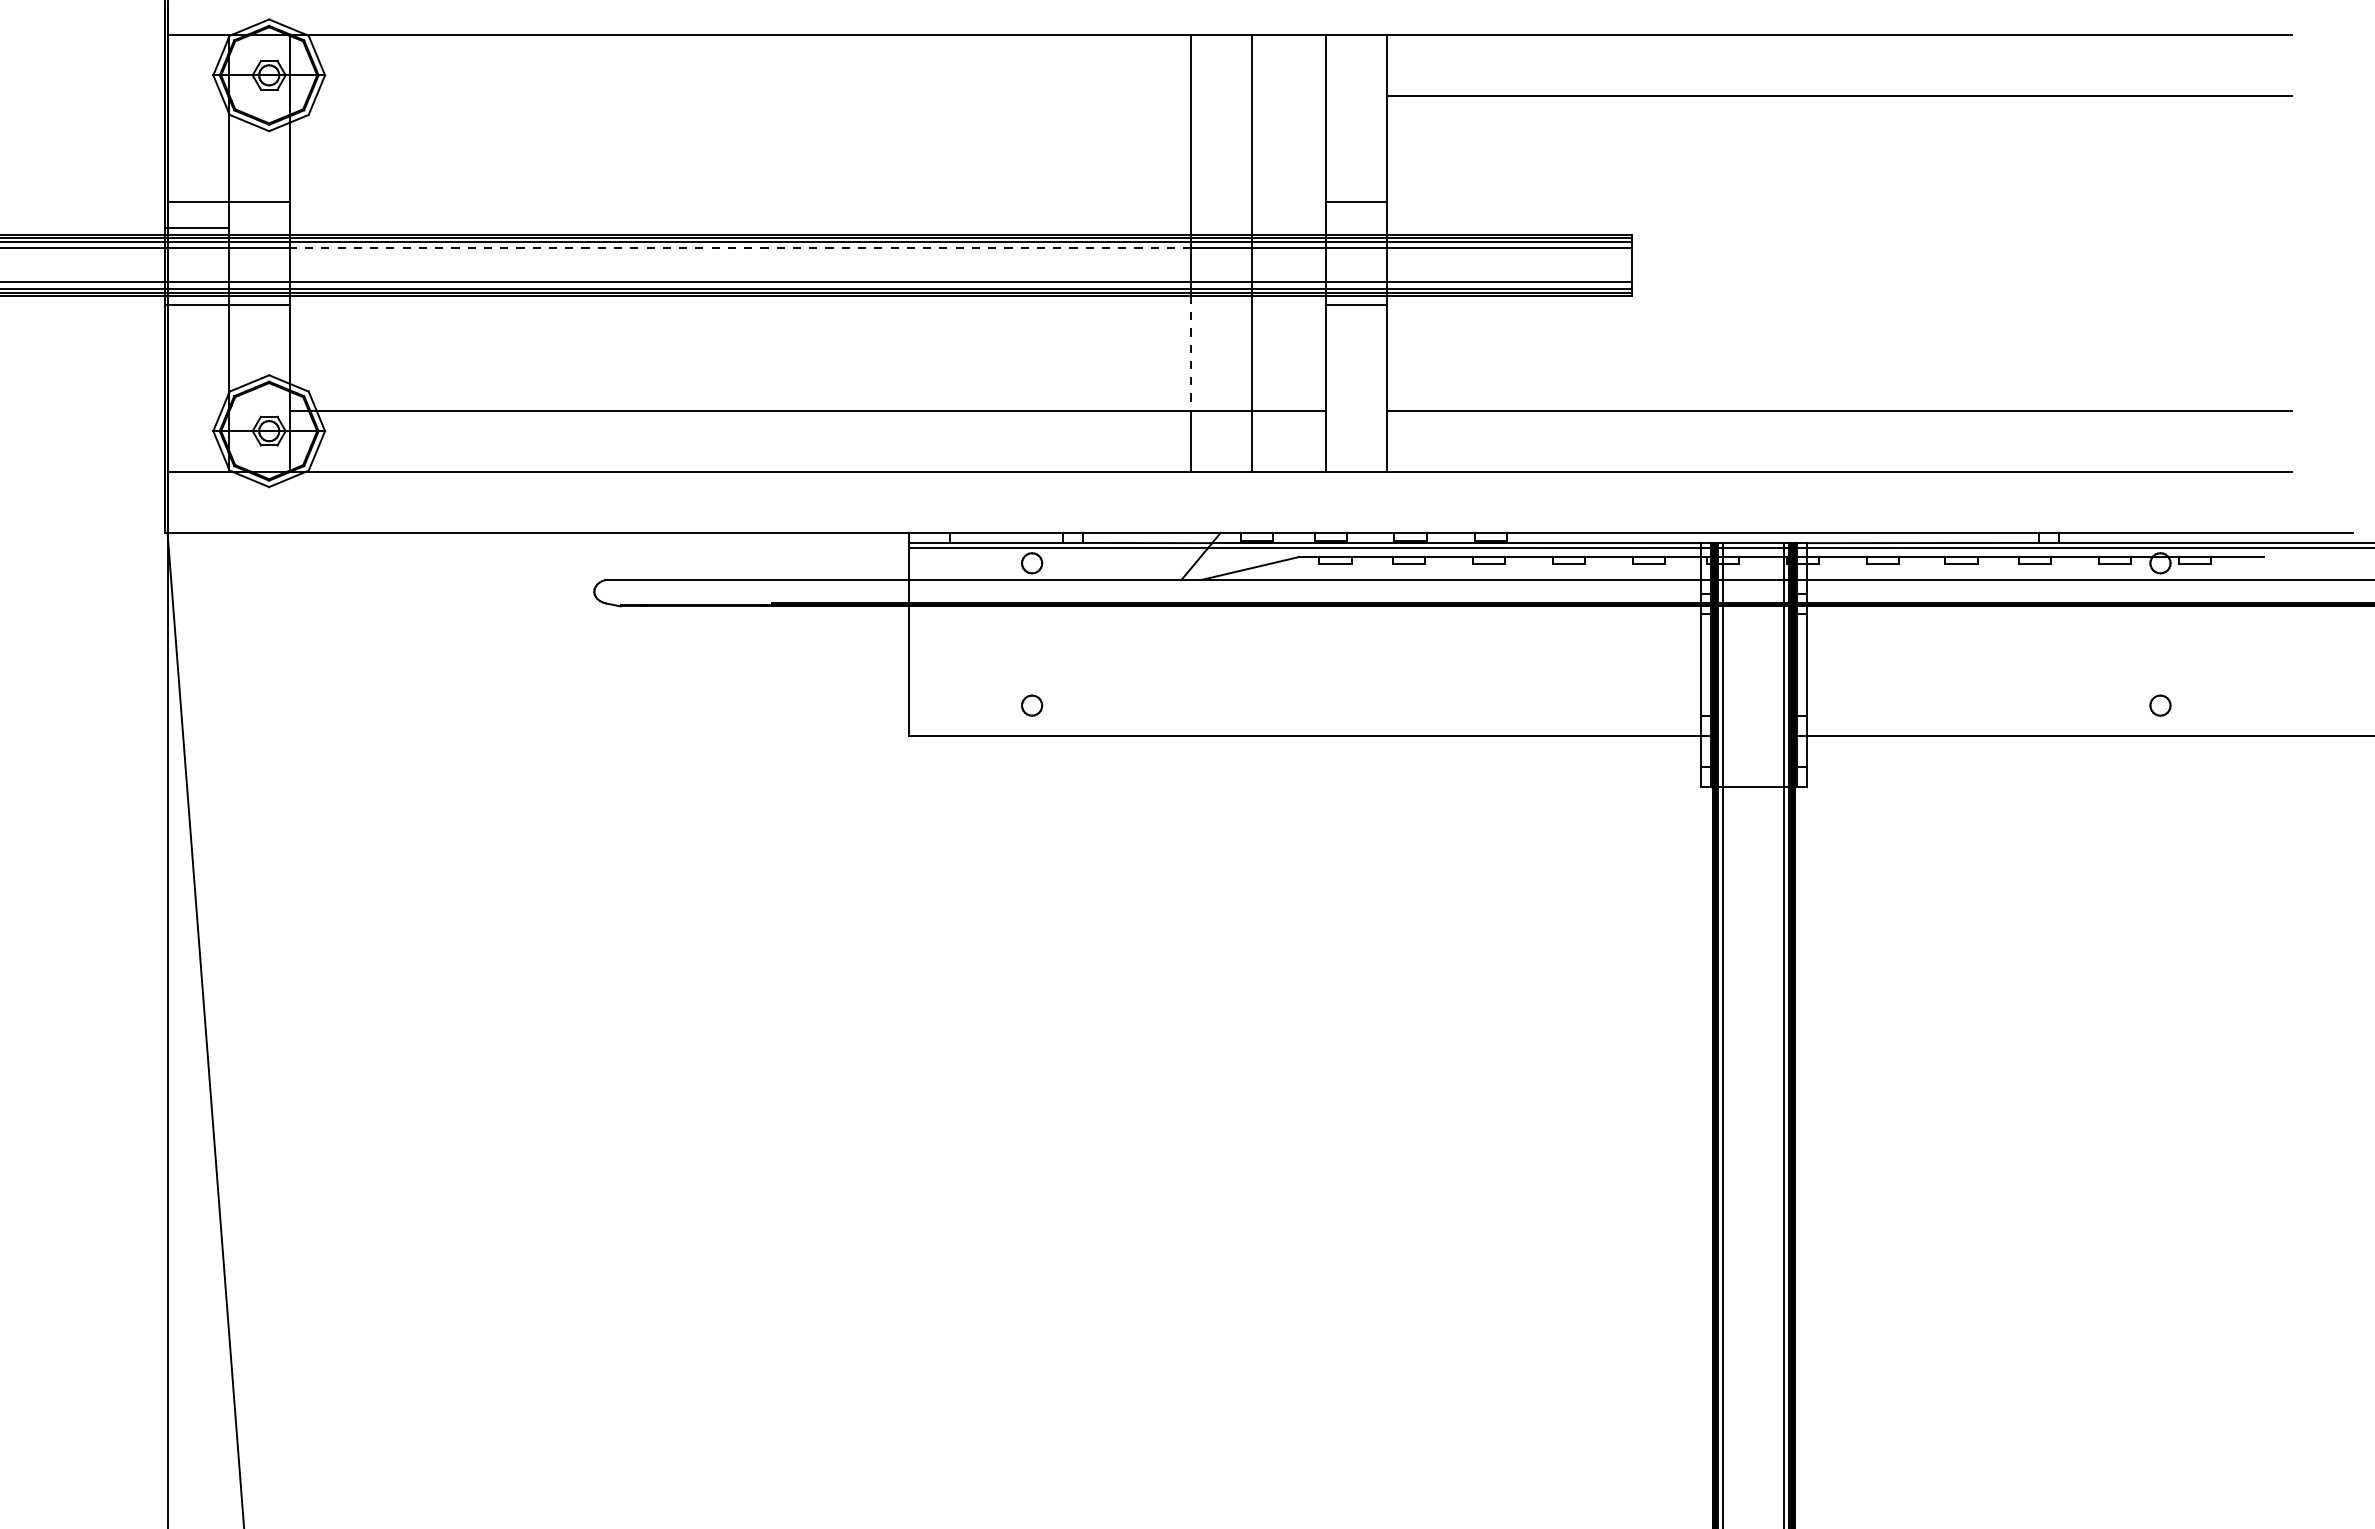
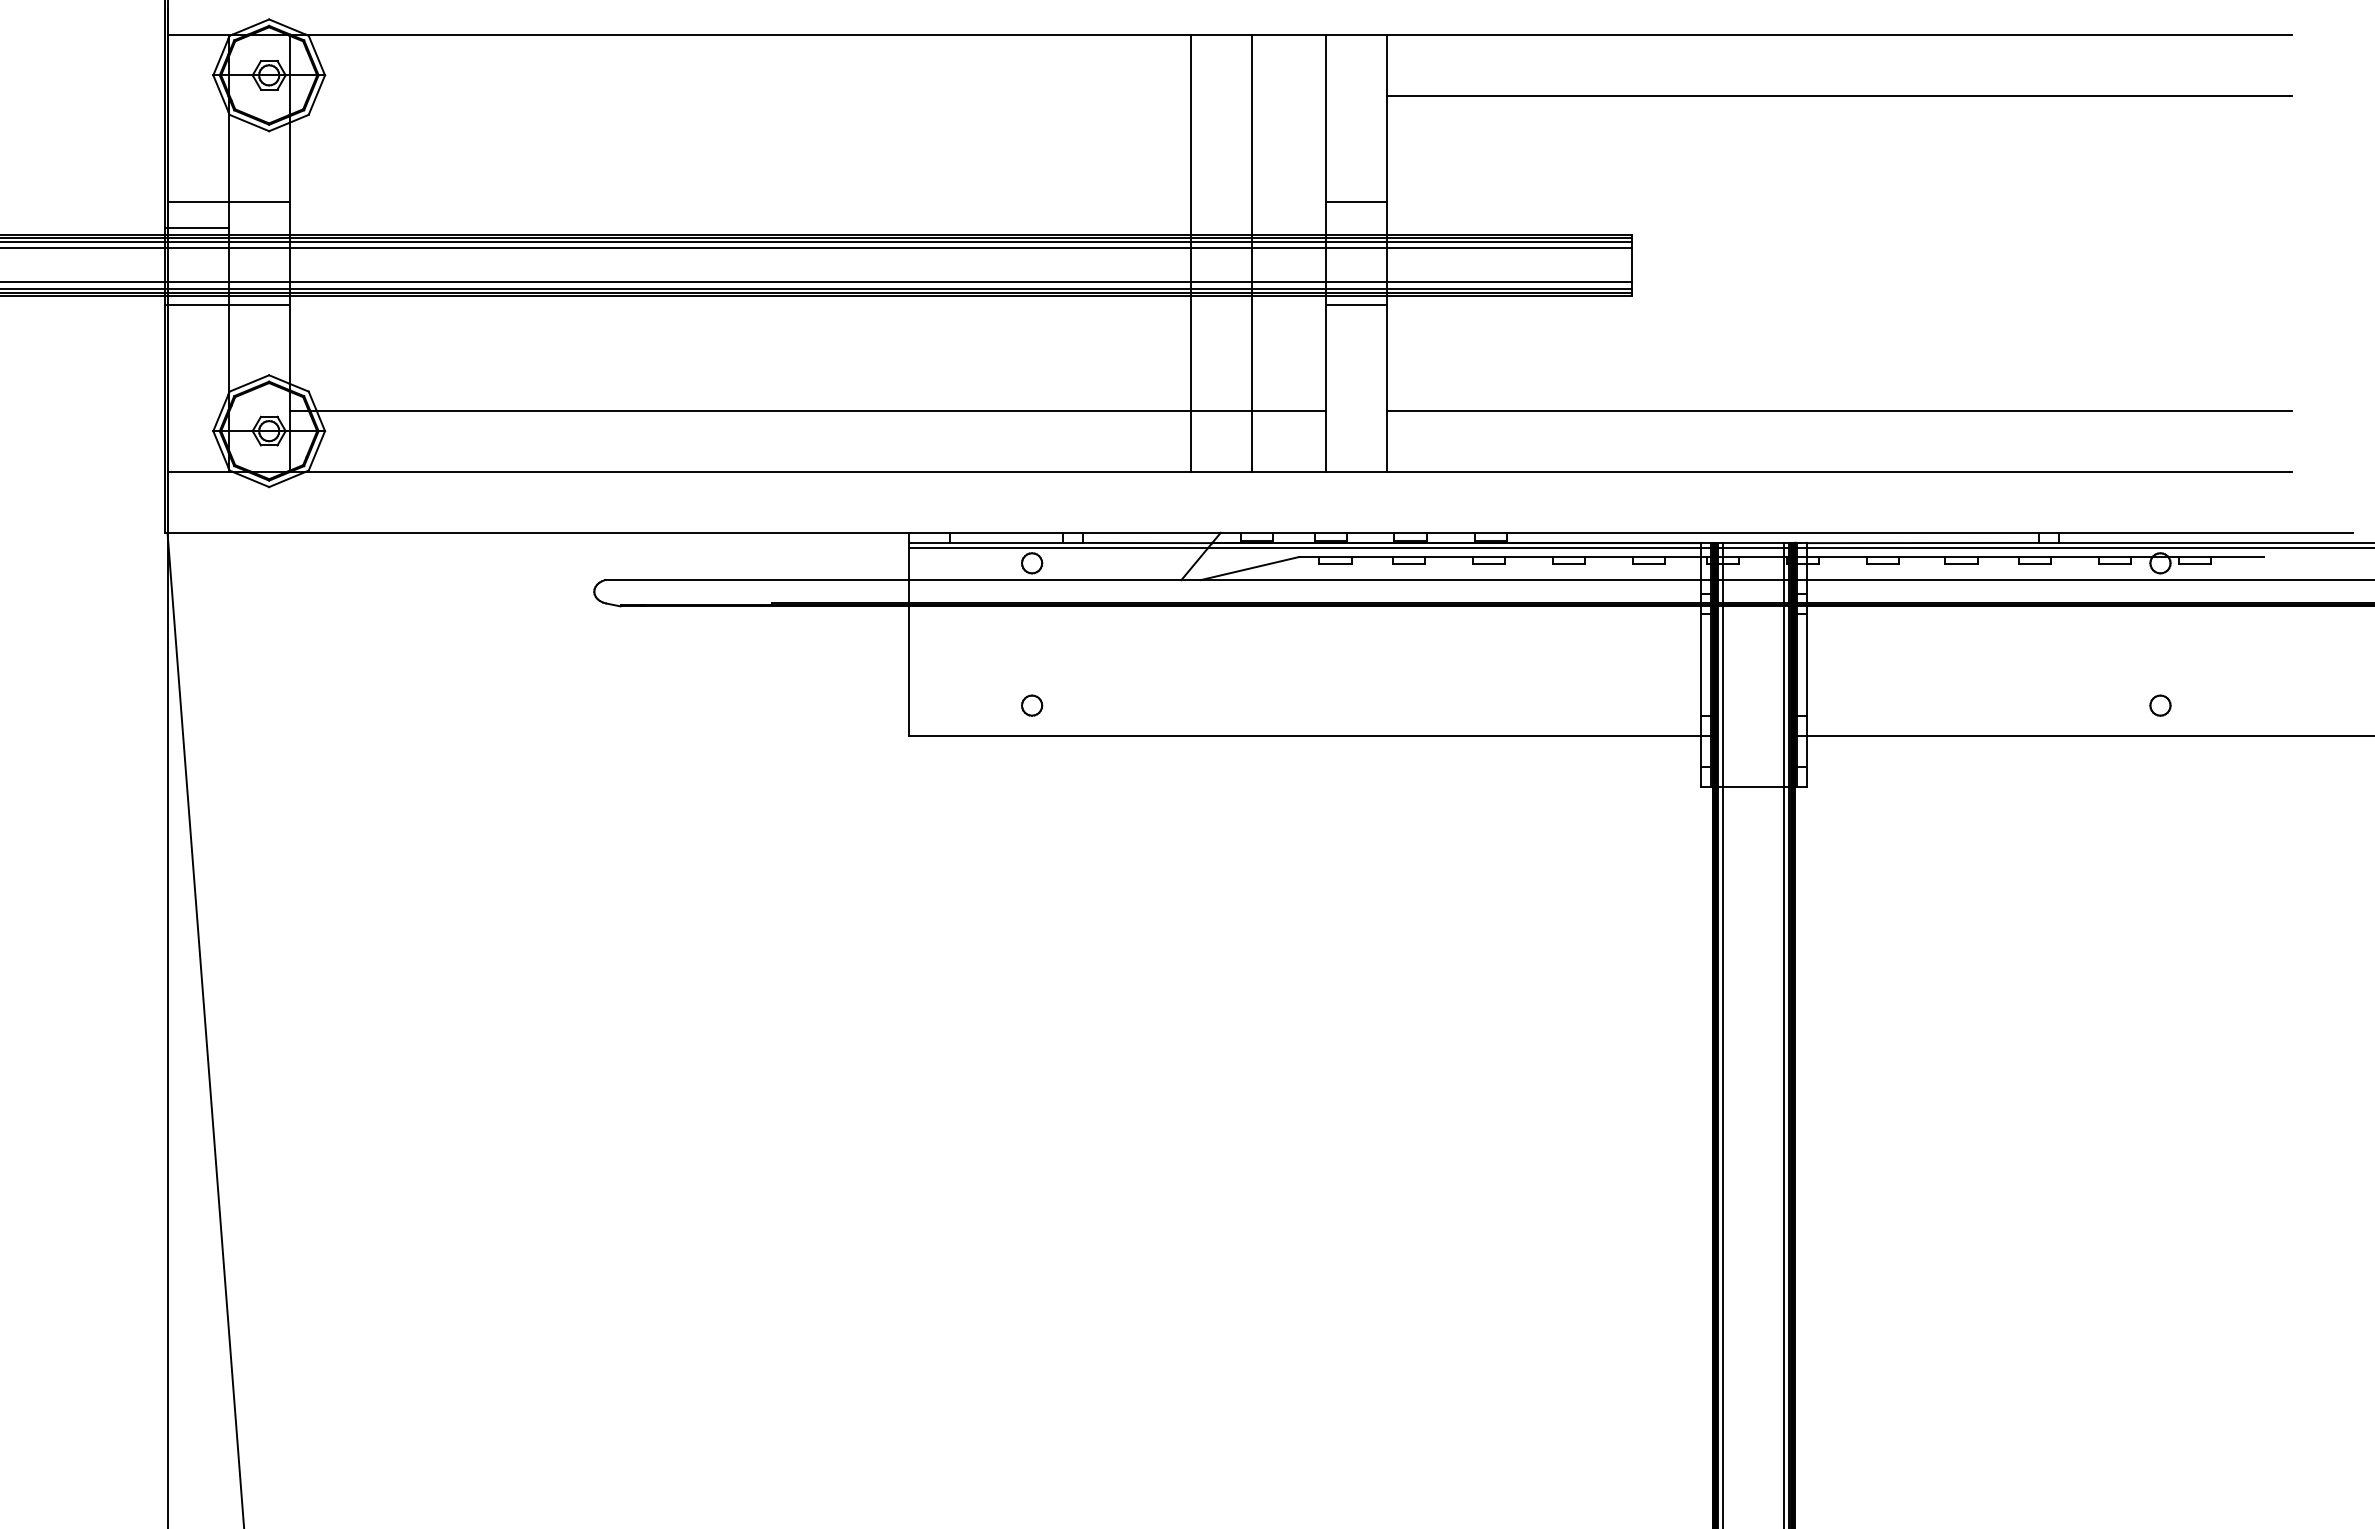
line at (740, 248): dashed -> solid
line at (1191, 353): dashed -> solid
